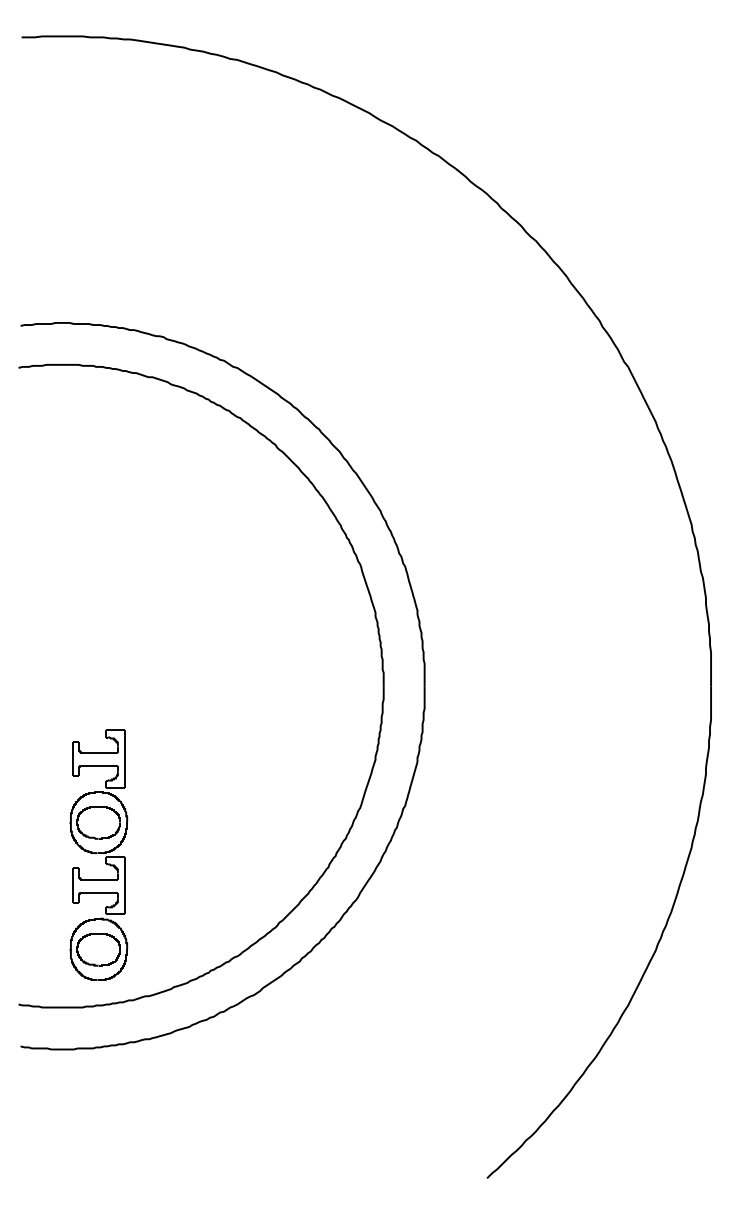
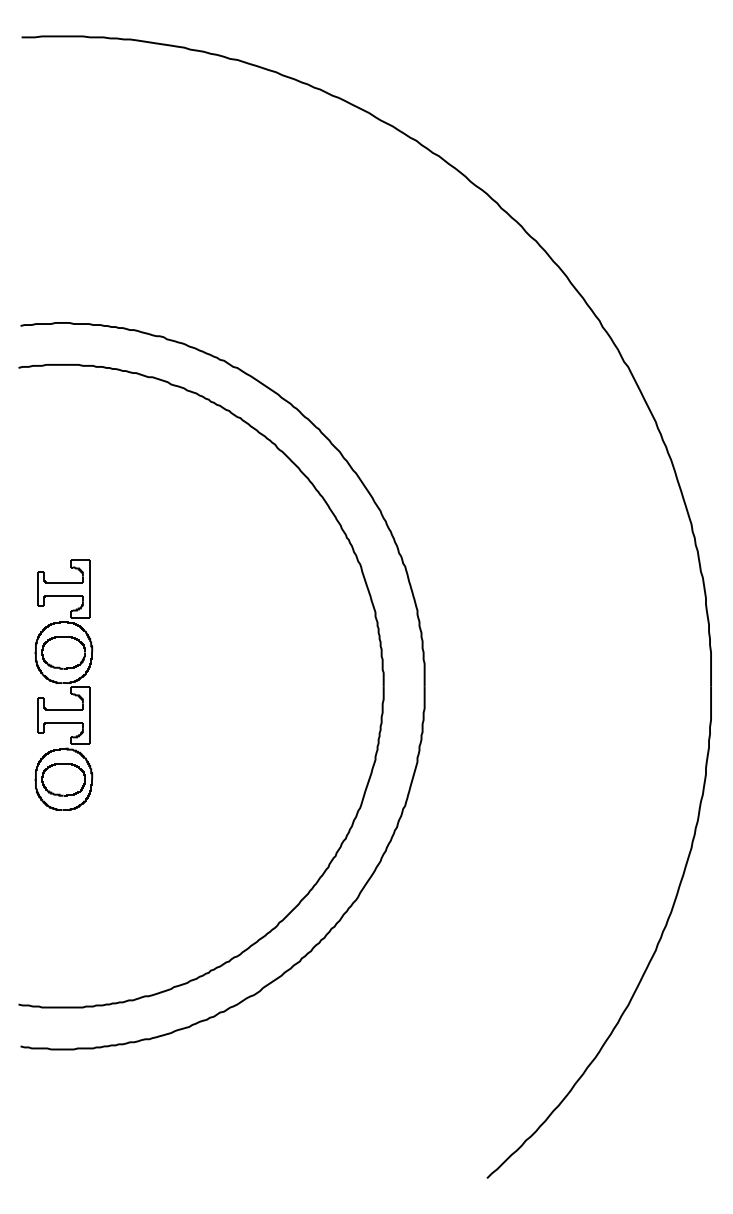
part at (98, 854) position: (98, 854) -> (63, 684)
